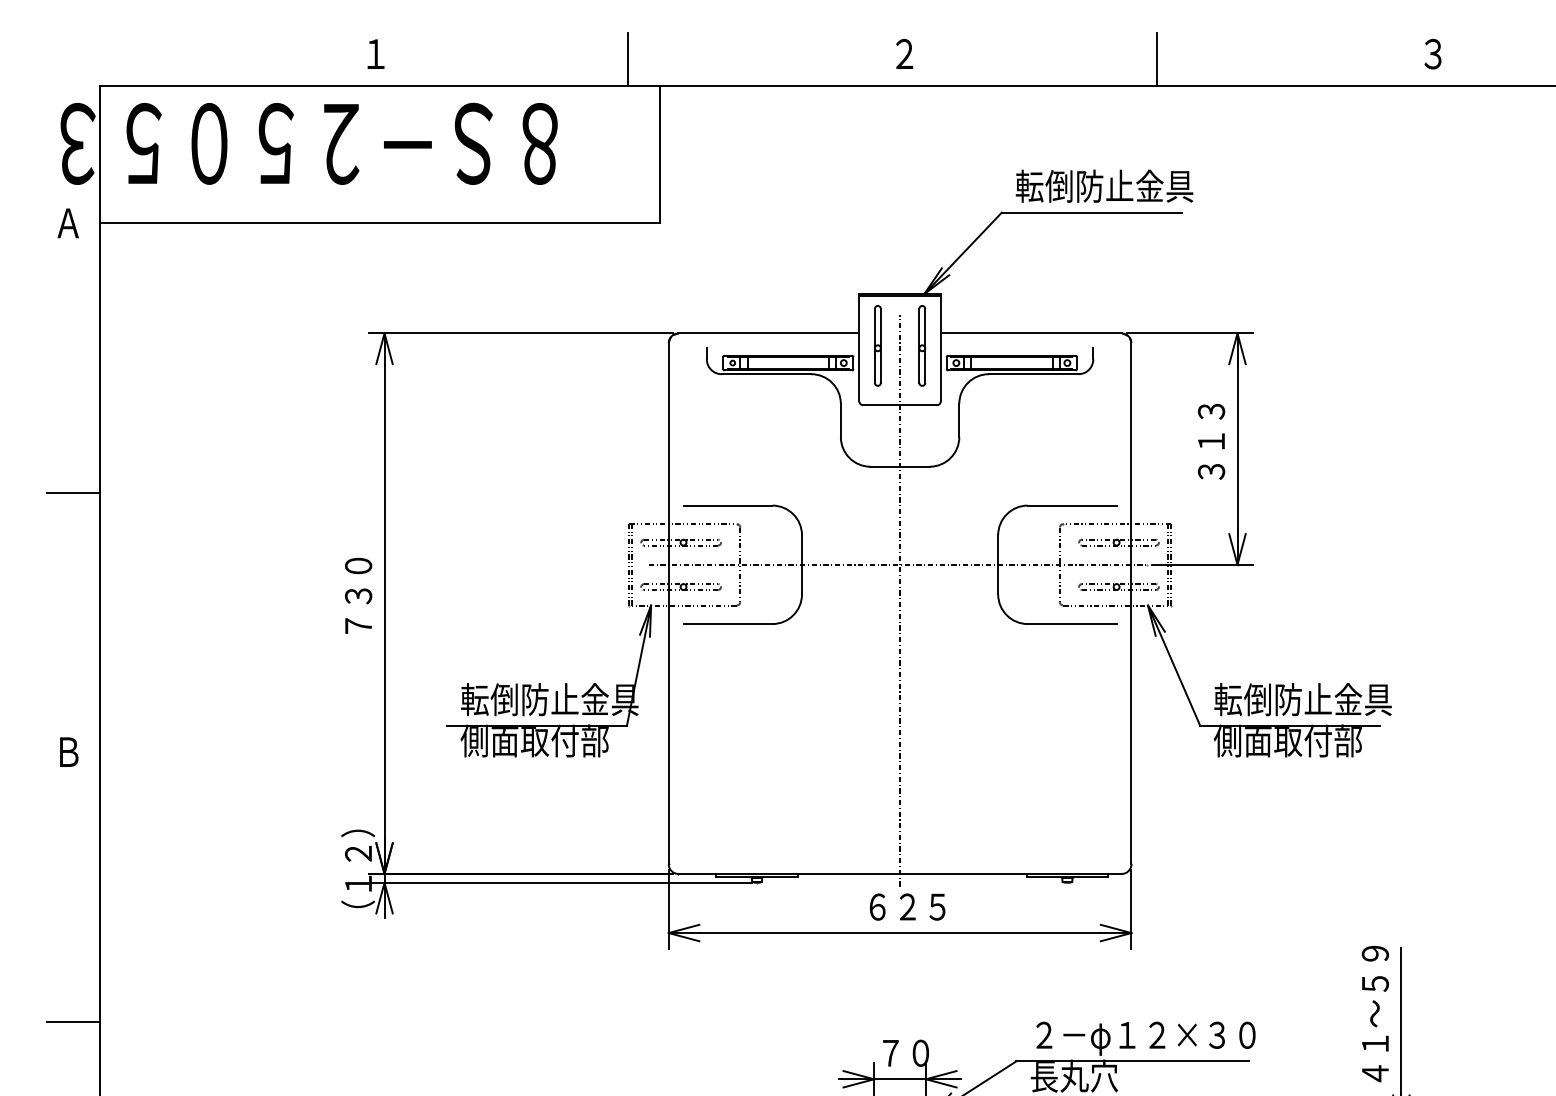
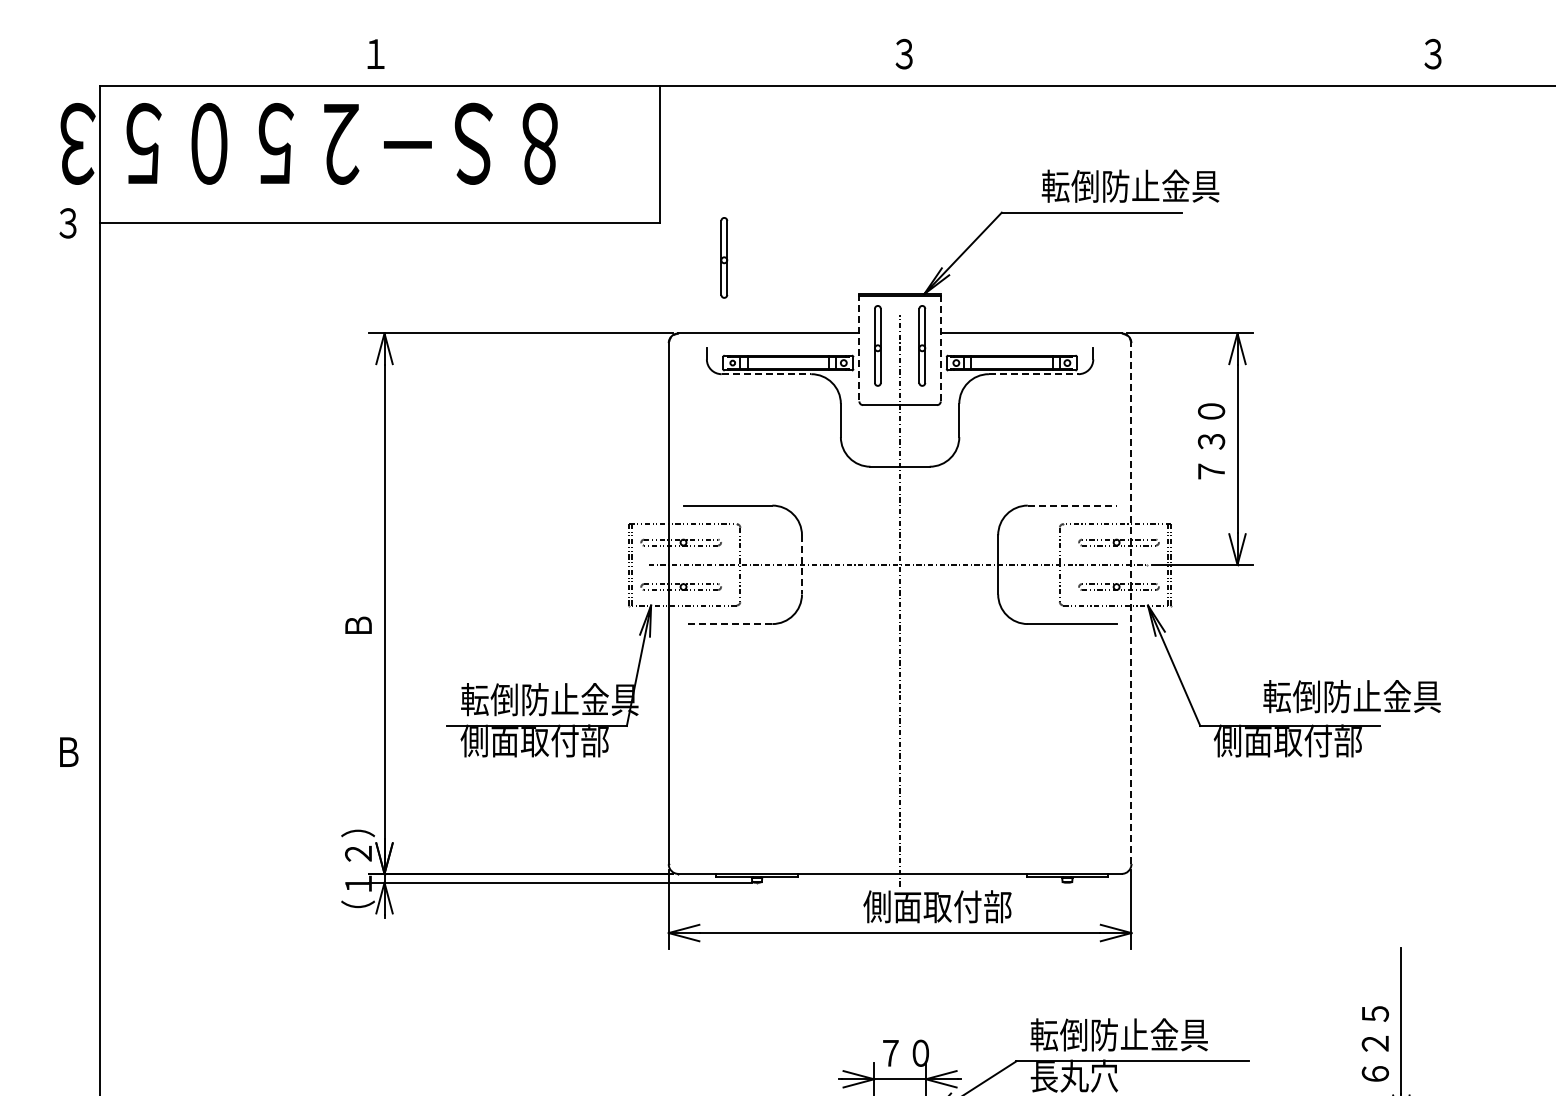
text at (904, 54): ２ -> ３
line at (628, 59): present -> none
line at (1157, 59): present -> none
text at (1104, 185) position: (1104, 185) -> (1130, 185)
text at (67, 223): Ａ -> ３
part at (724, 257): none -> present
line at (859, 347): solid -> dashed
line at (940, 347): solid -> dashed
line at (766, 374): solid -> dashed
line at (1033, 374): solid -> dashed
text at (1211, 441): ３１３ -> ７３０
line at (72, 493): present -> none
line at (1072, 505): solid -> dashed
line at (801, 564): solid -> dashed
text at (358, 595): ７３０ -> Ｂ
line at (1131, 603): solid -> dashed
line at (727, 624): solid -> dashed
text at (1302, 699) position: (1302, 699) -> (1351, 696)
text at (937, 906): ６２５ -> 側面取付部
text at (1375, 1014): ４１～５９ -> ６２５
line at (72, 1021): present -> none
text at (1142, 1036): ２－φ１２×３０ -> 転倒防止金具
